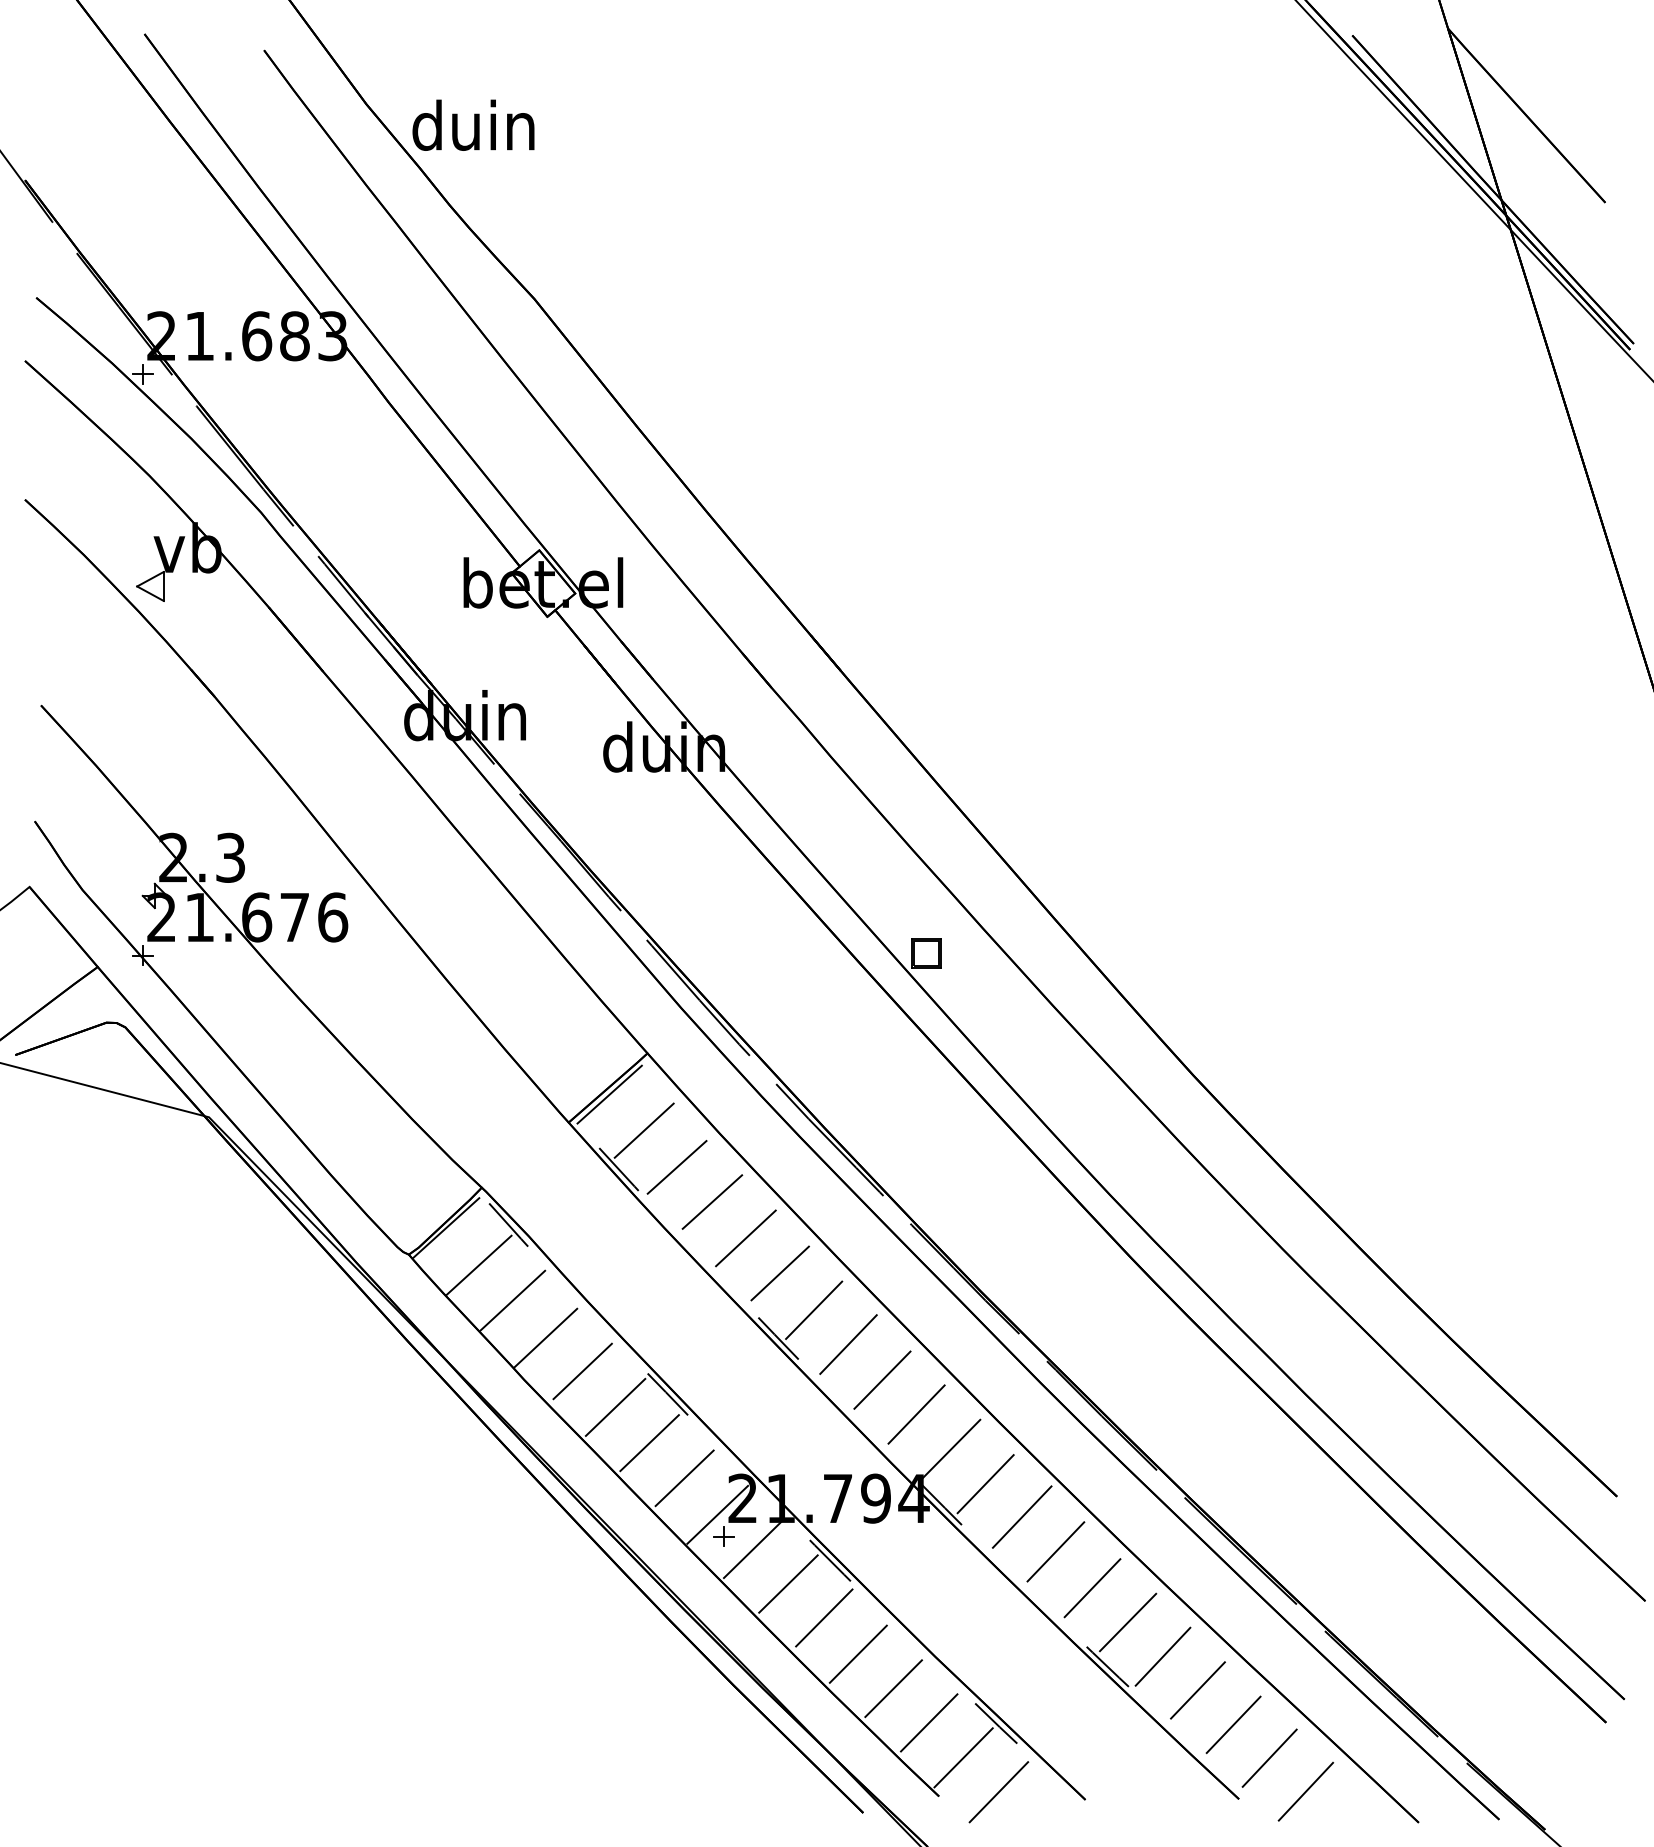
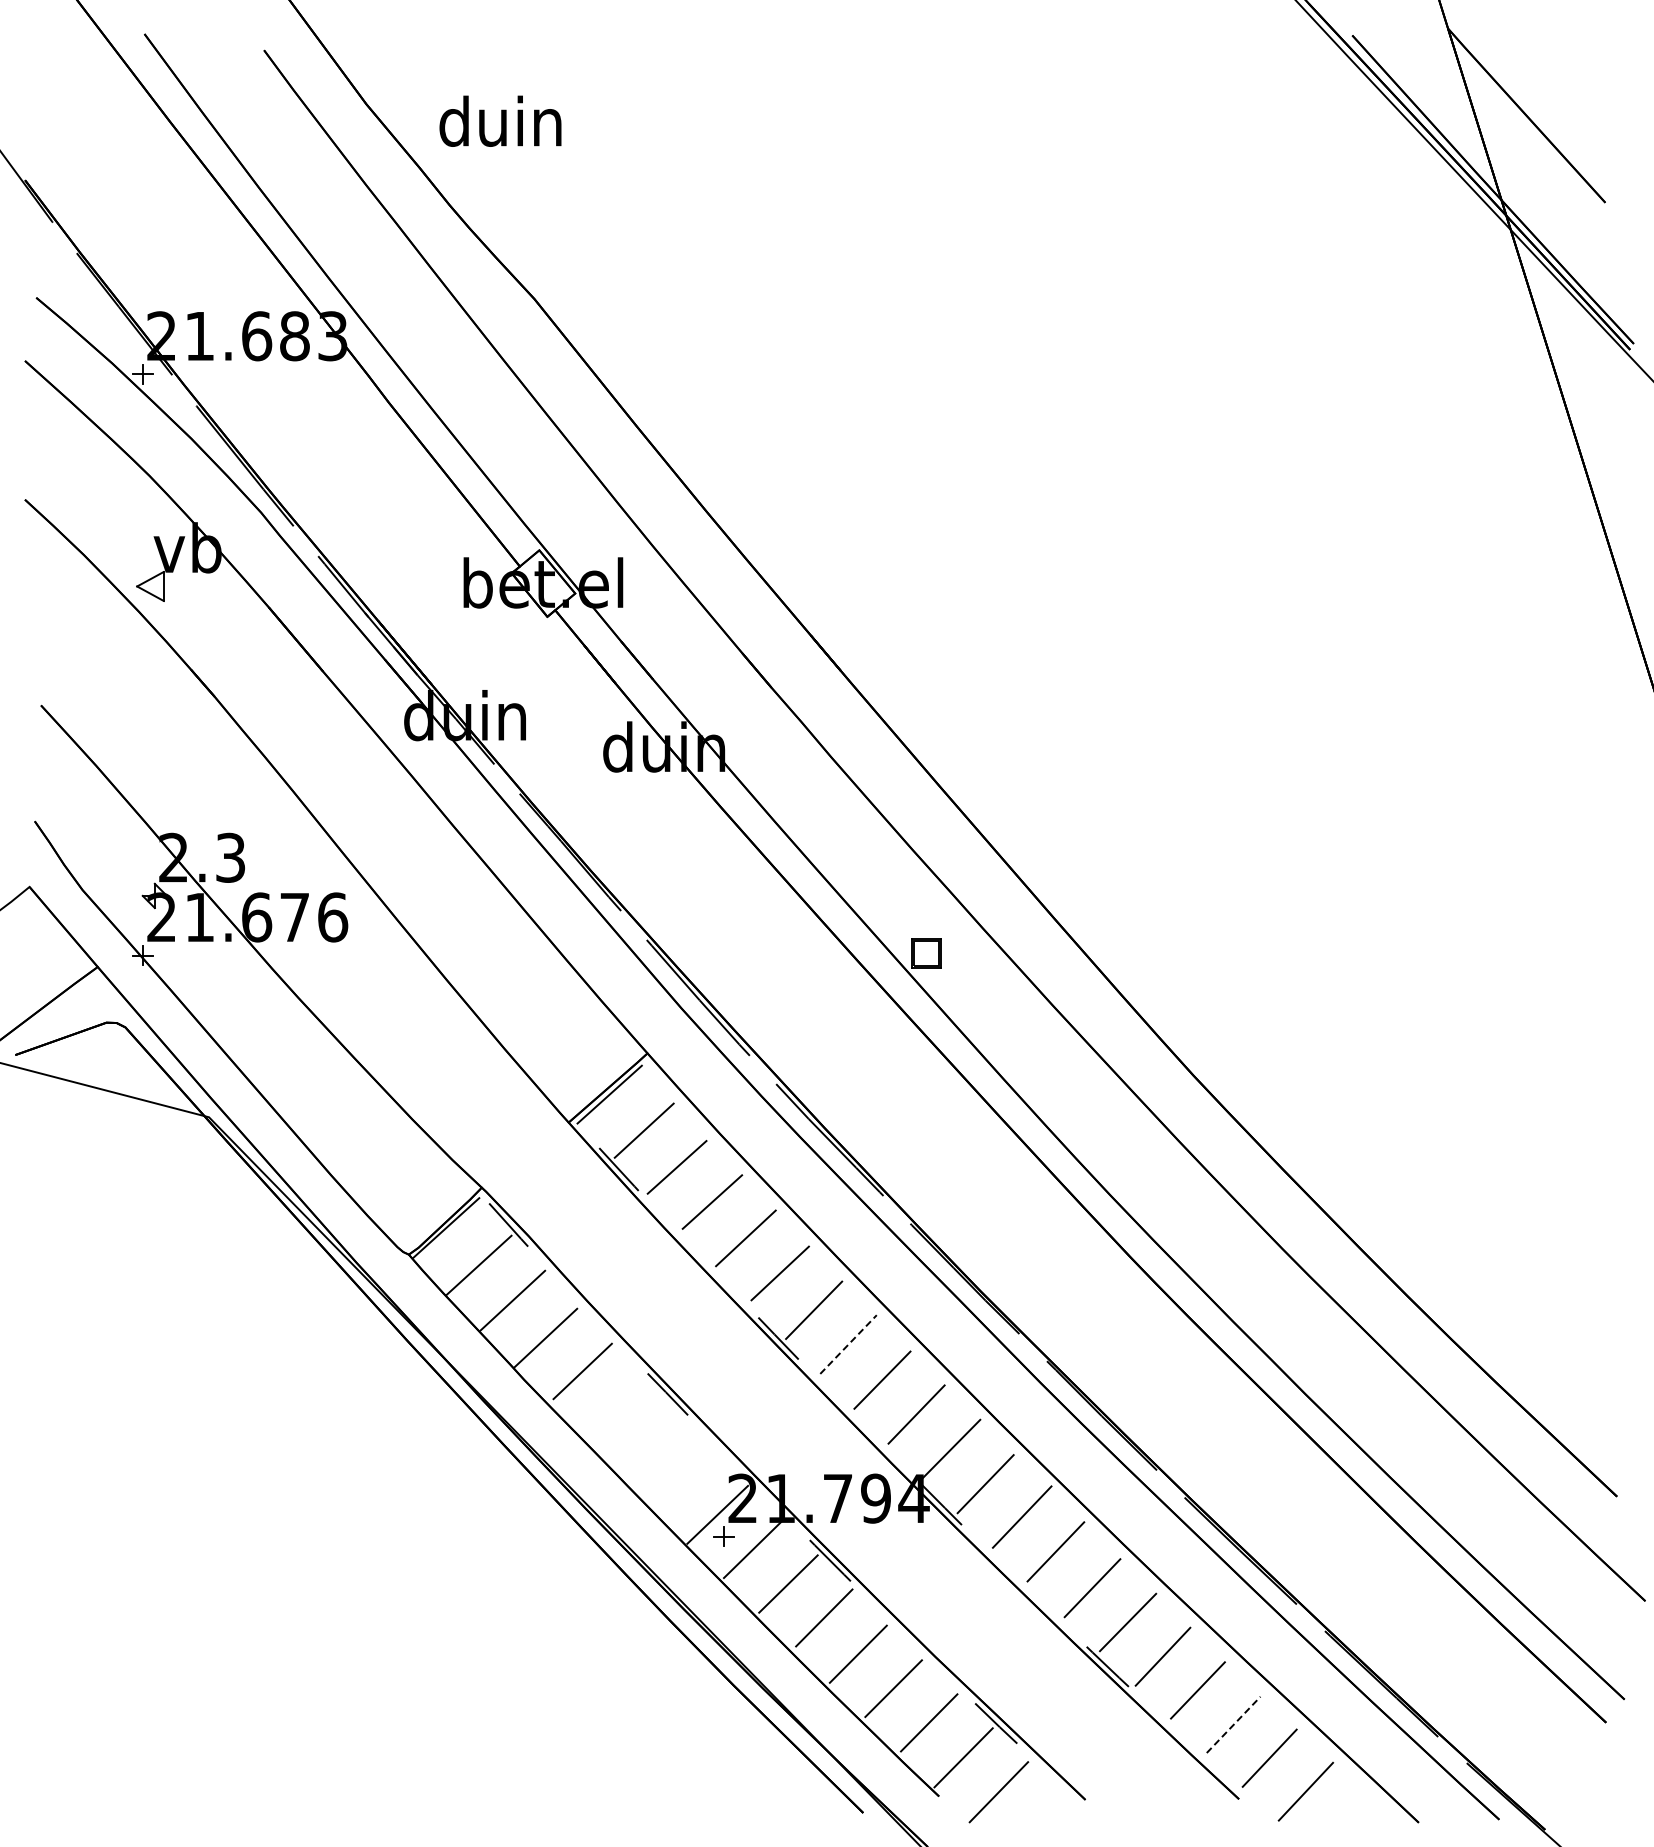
text at (473, 124) position: (473, 124) -> (500, 120)
line at (848, 1344): solid -> dashed
line at (615, 1406): present -> none
line at (649, 1443): present -> none
line at (684, 1478): present -> none
line at (1233, 1724): solid -> dashed
